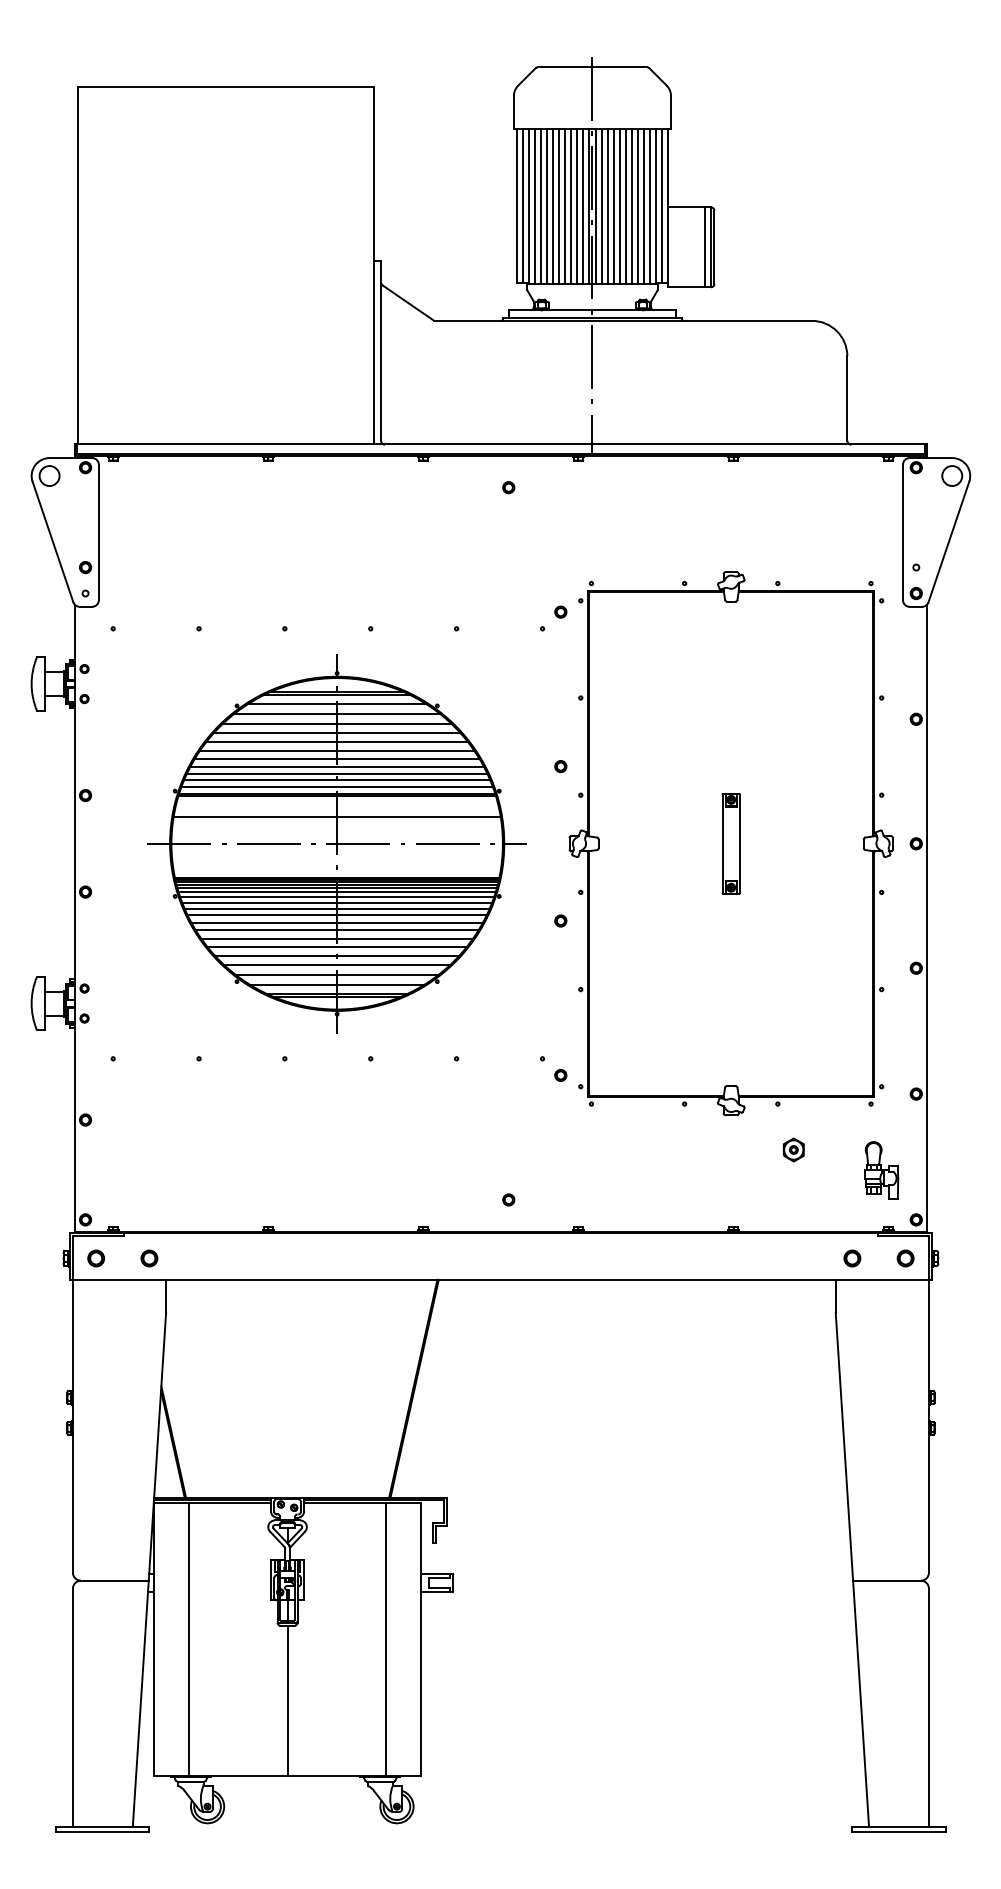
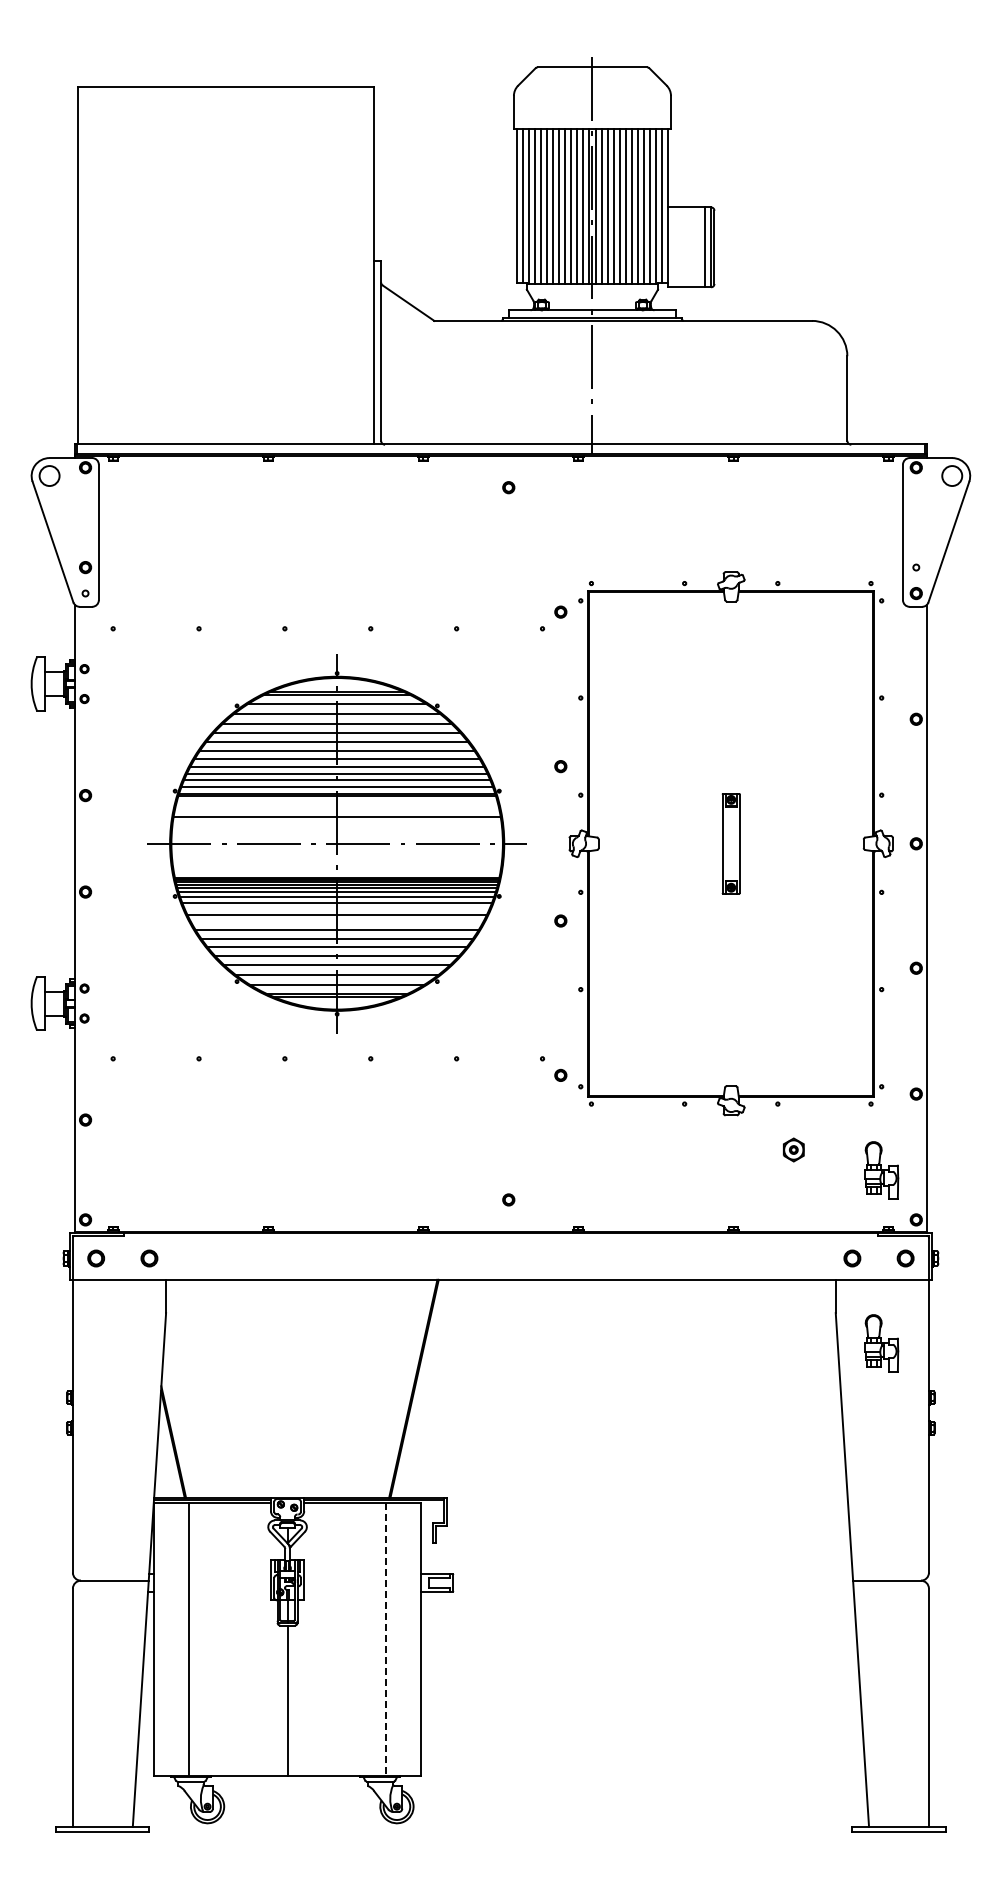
line at (336, 908): present -> none
line at (337, 922): present -> none
part at (881, 1343): none -> present
line at (386, 1640): solid -> dashed
